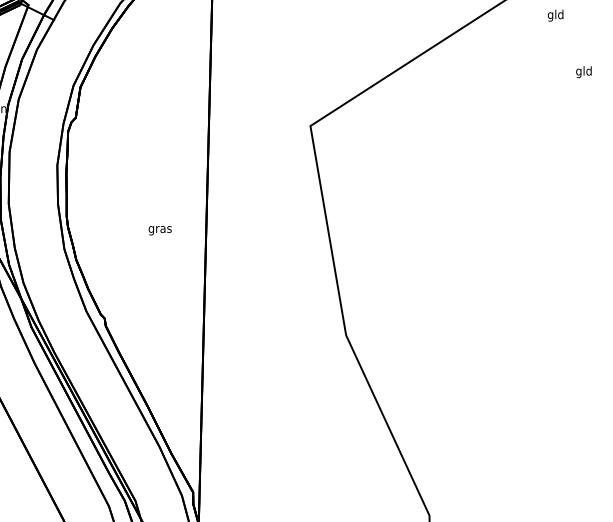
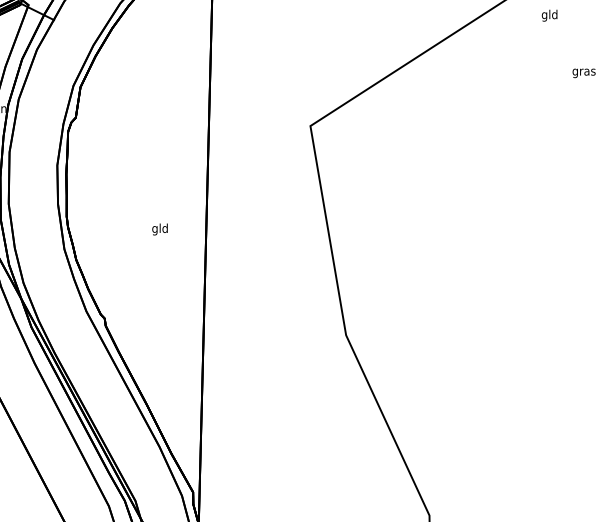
text at (555, 15) position: (555, 15) -> (549, 15)
text at (583, 72): gld -> gras
text at (159, 229): gras -> gld
